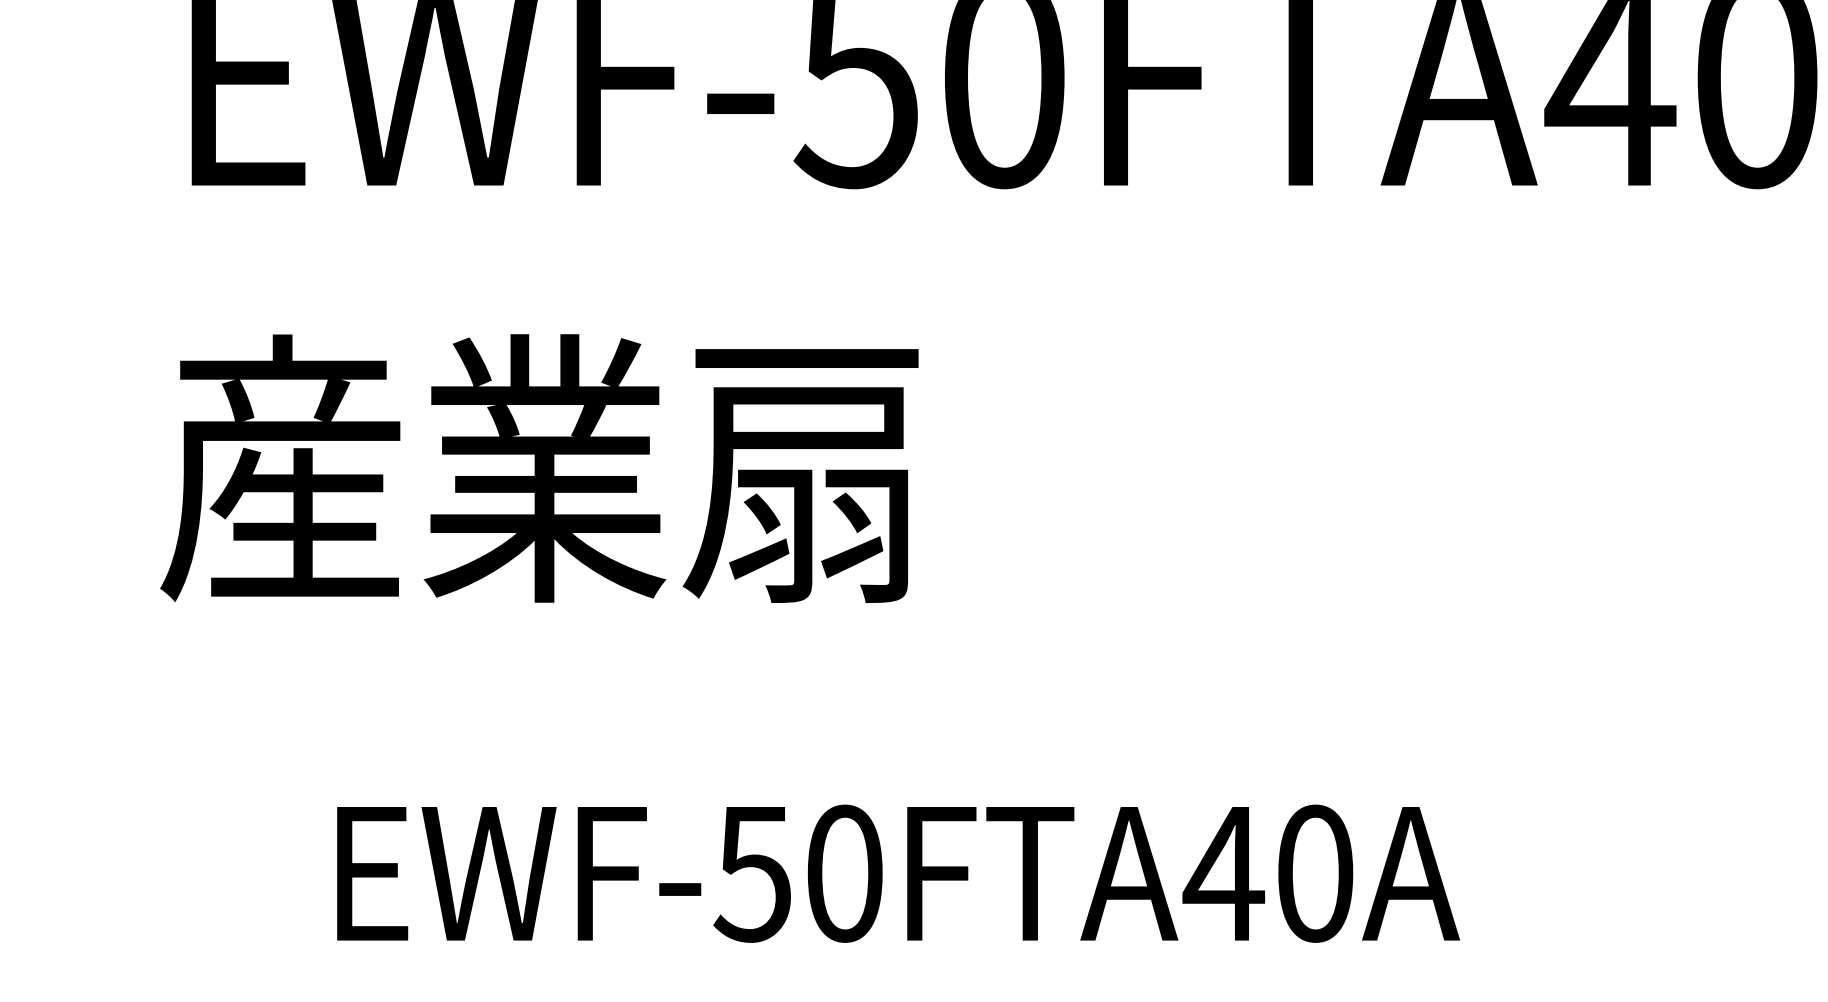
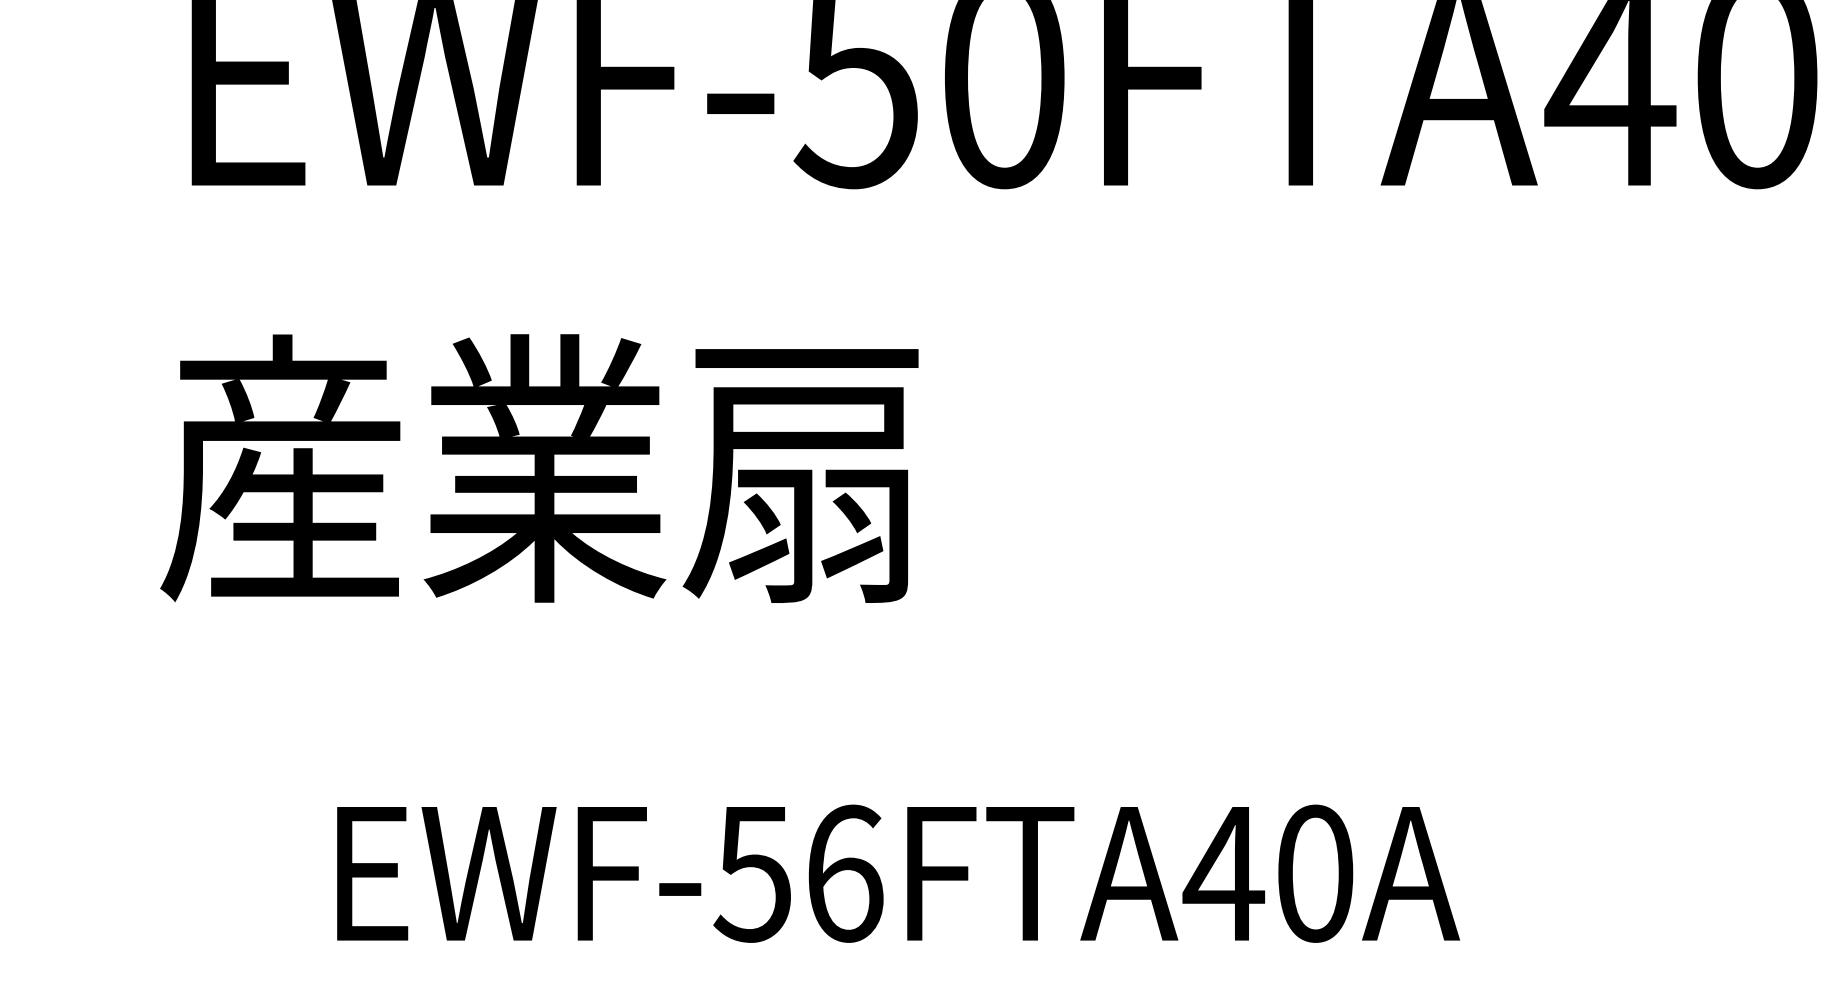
text at (845, 873): EWF-50FTA40A -> EWF-56FTA40A
